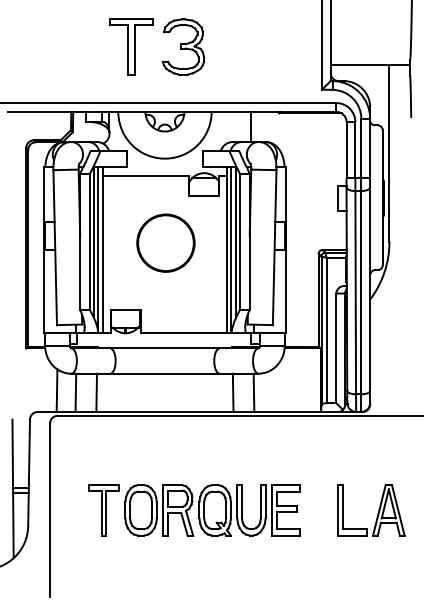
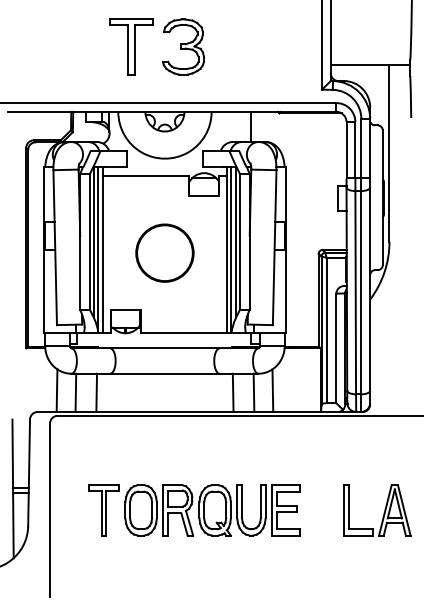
circle at (165, 242) position: (165, 242) -> (164, 252)
line at (272, 390): none -> present
part at (377, 512) position: (377, 512) -> (383, 512)
